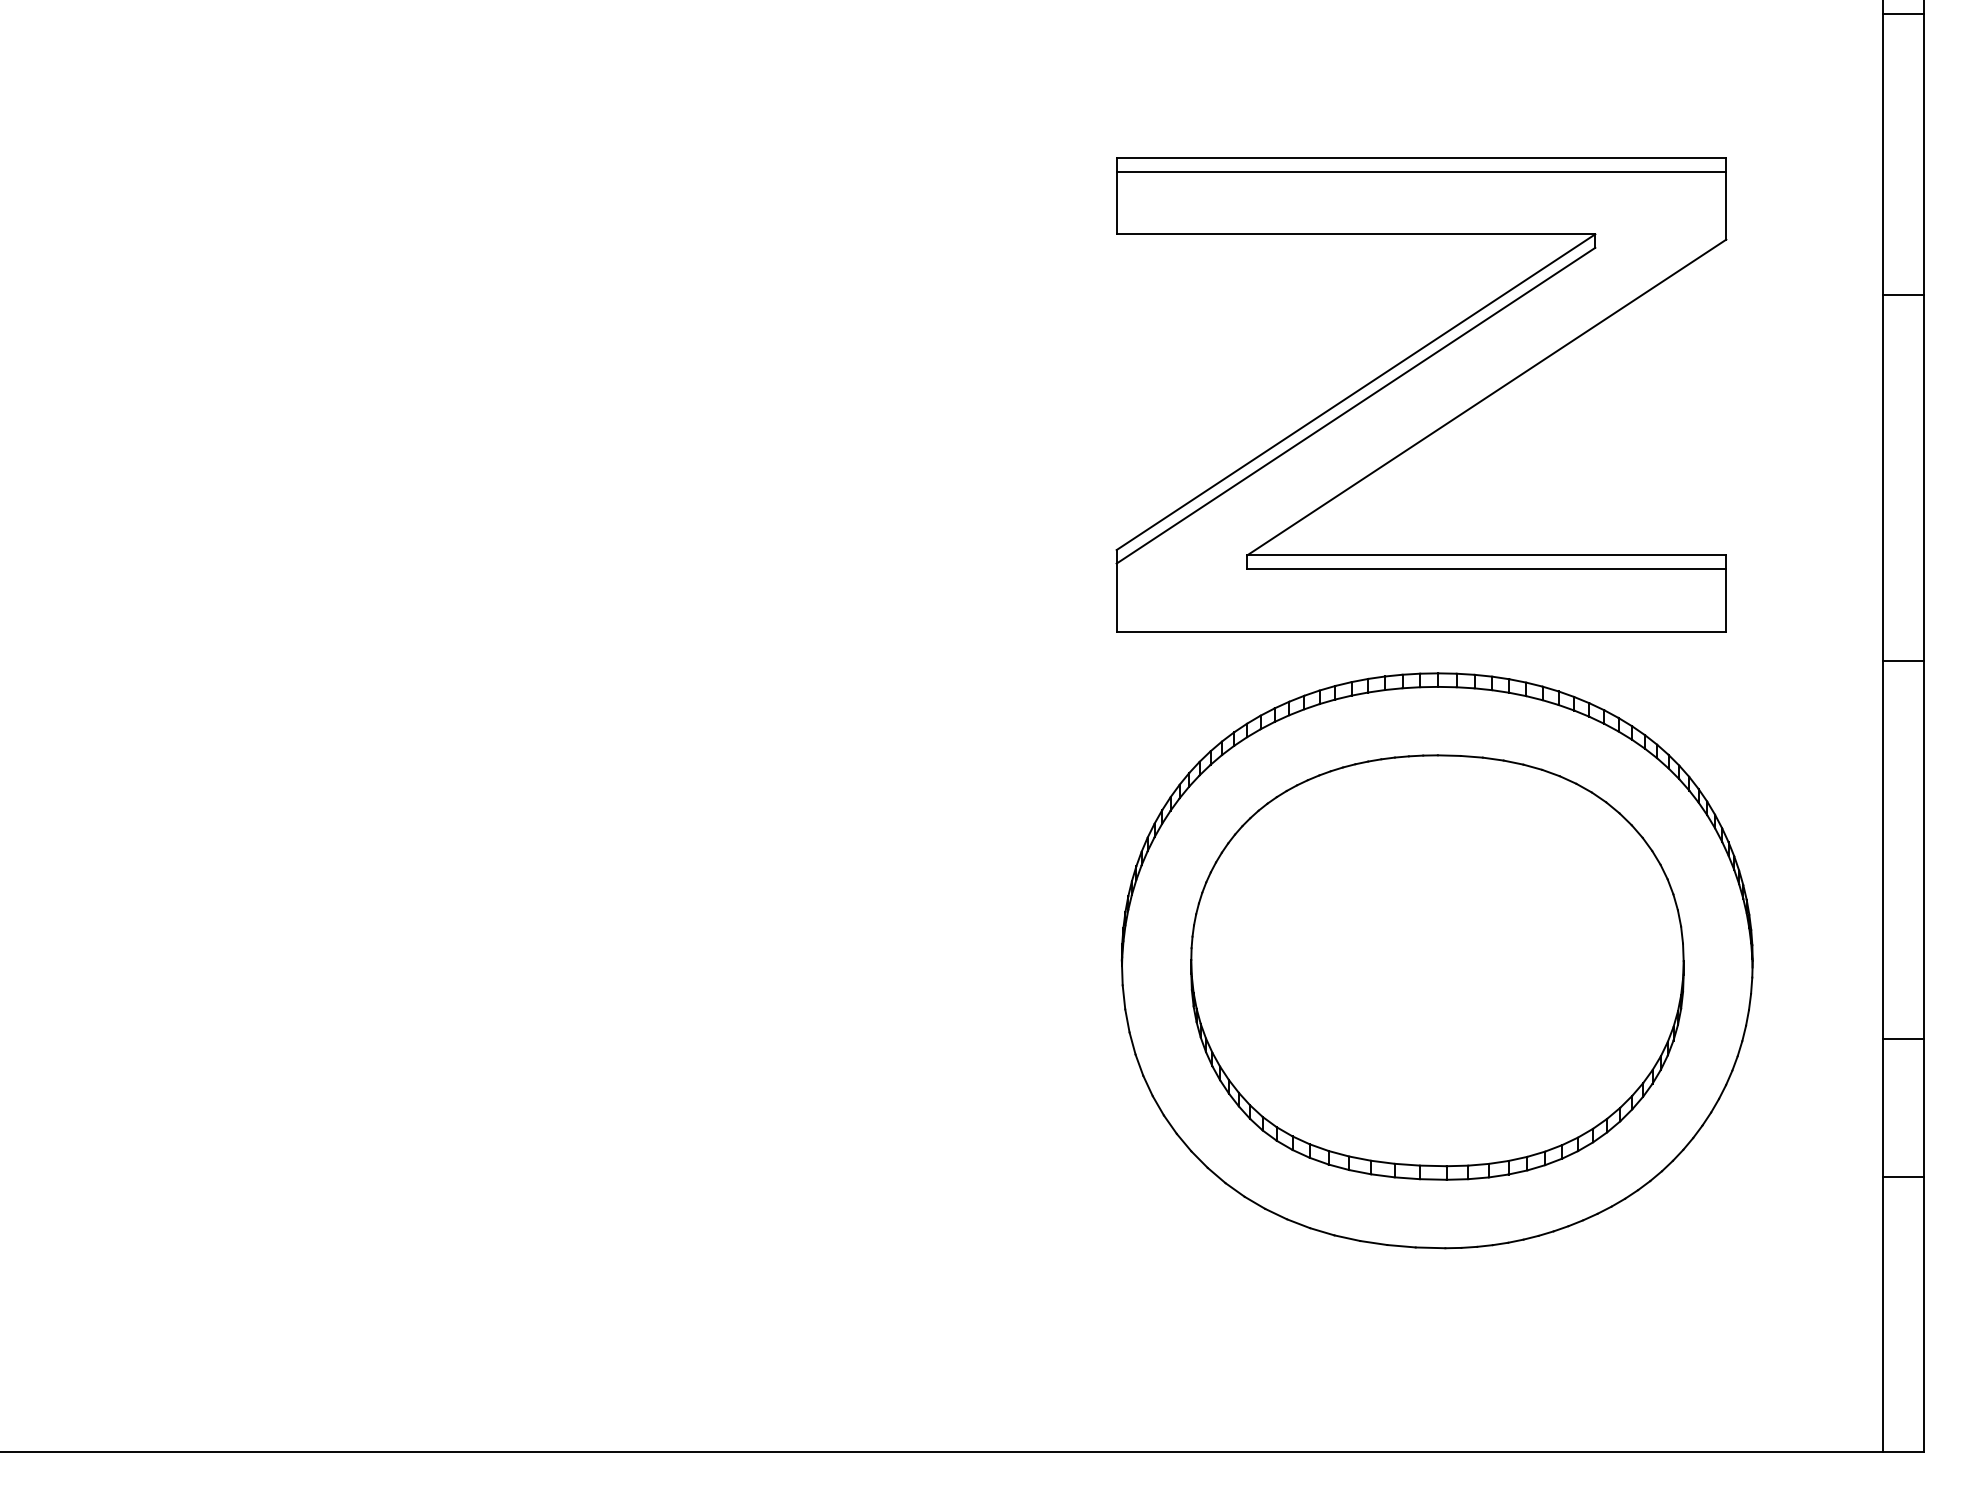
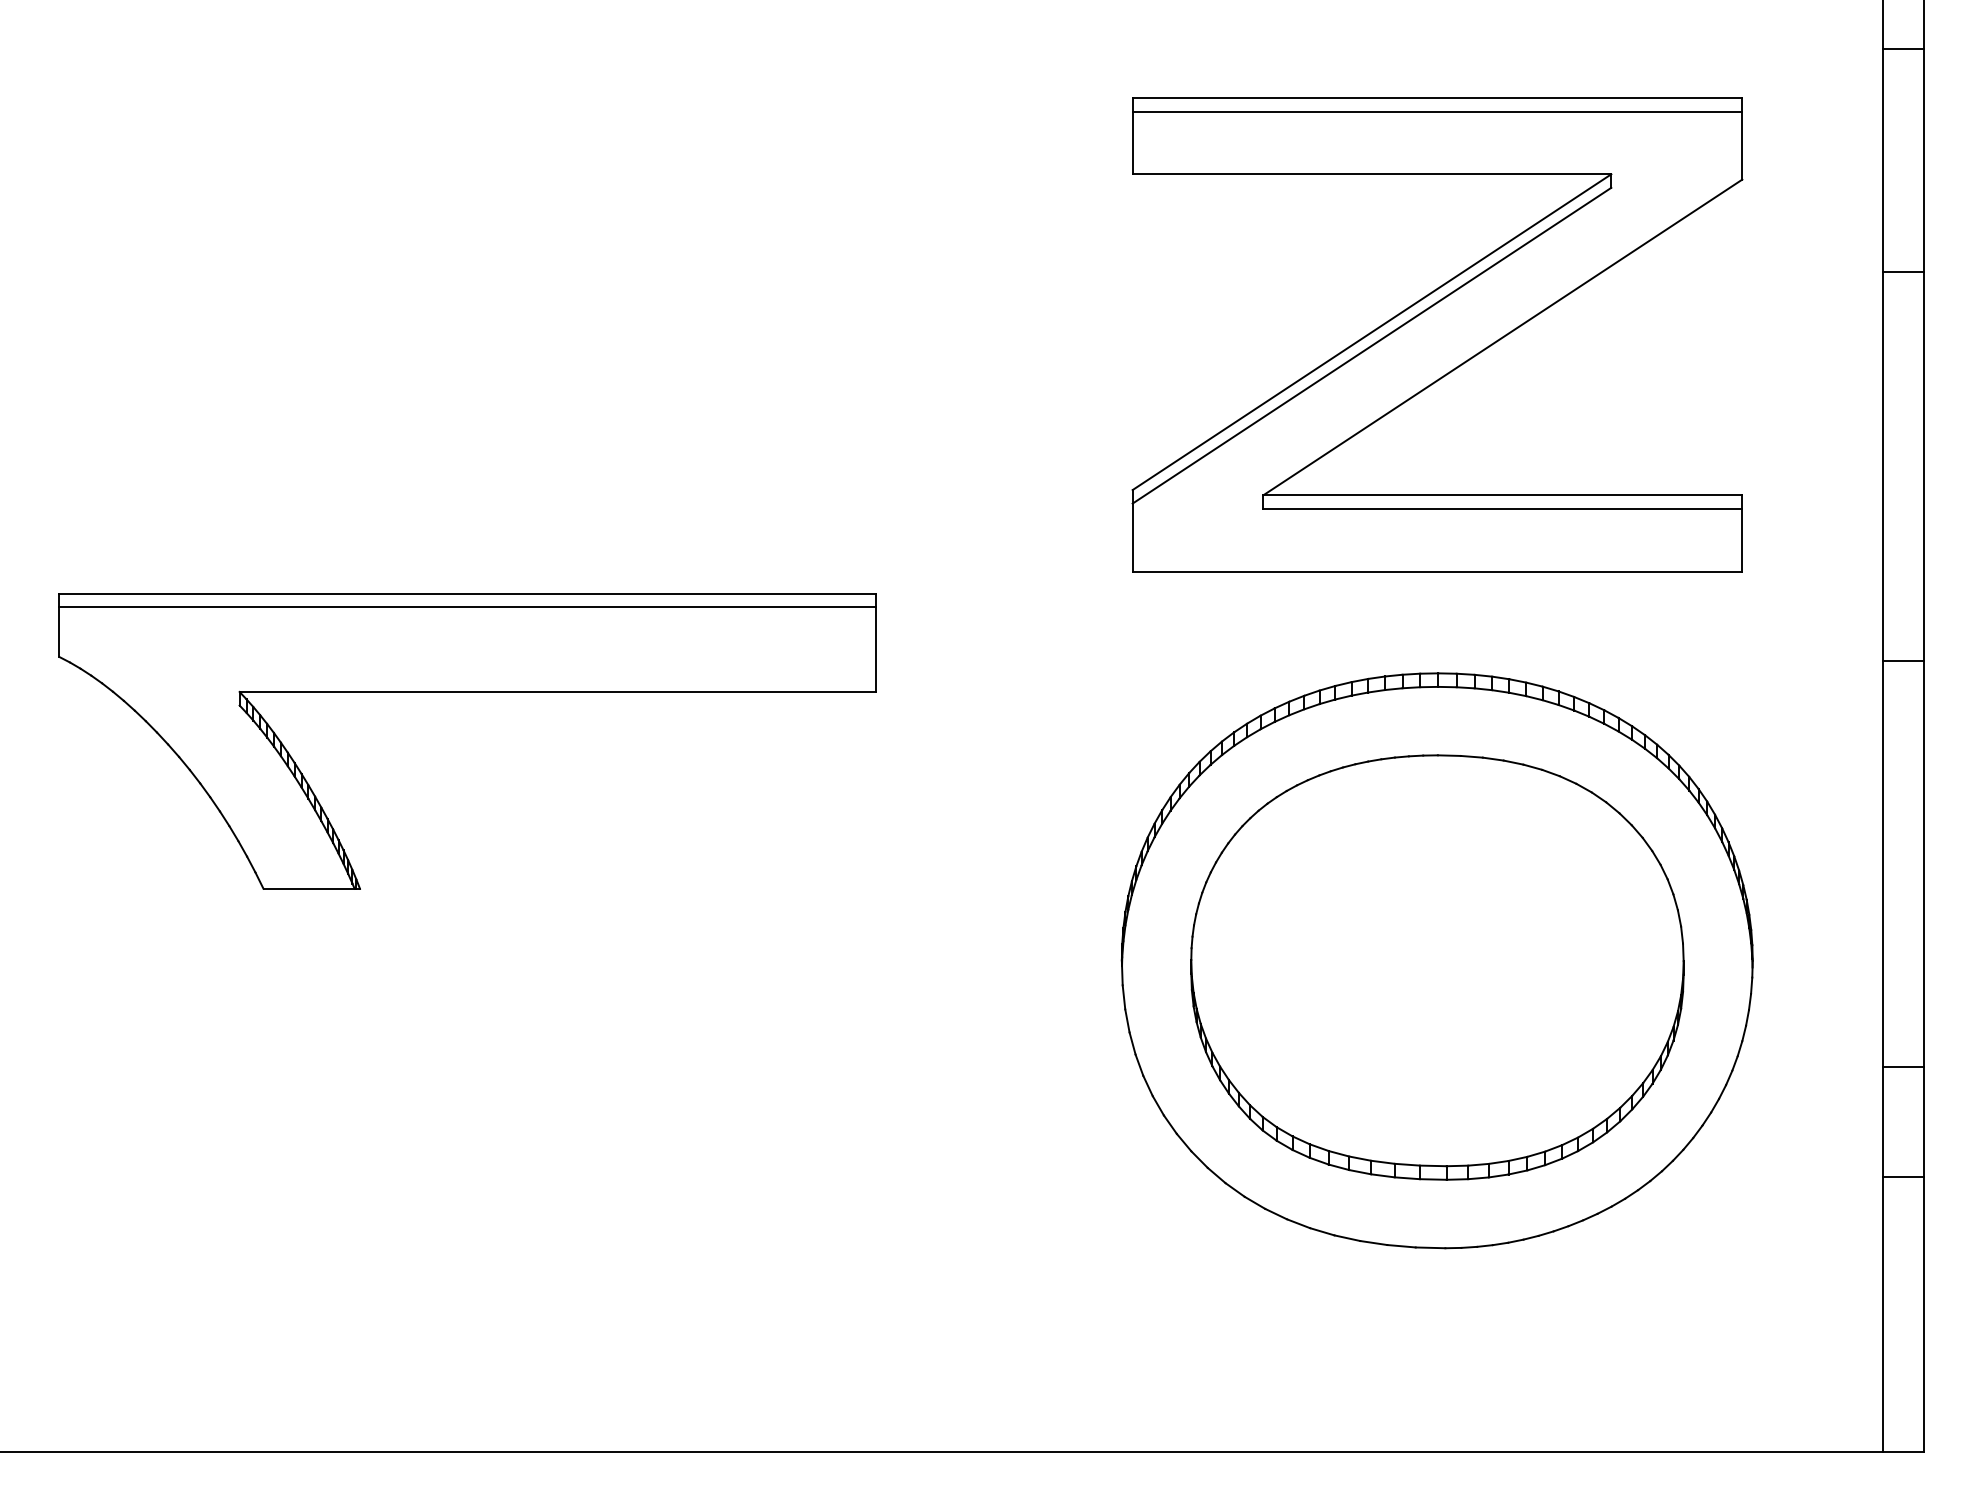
line at (1902, 14) position: (1902, 14) -> (1902, 49)
line at (1902, 295) position: (1902, 295) -> (1902, 272)
part at (1421, 394) position: (1421, 394) -> (1437, 334)
part at (467, 692): none -> present
line at (1902, 1039) position: (1902, 1039) -> (1902, 1067)
